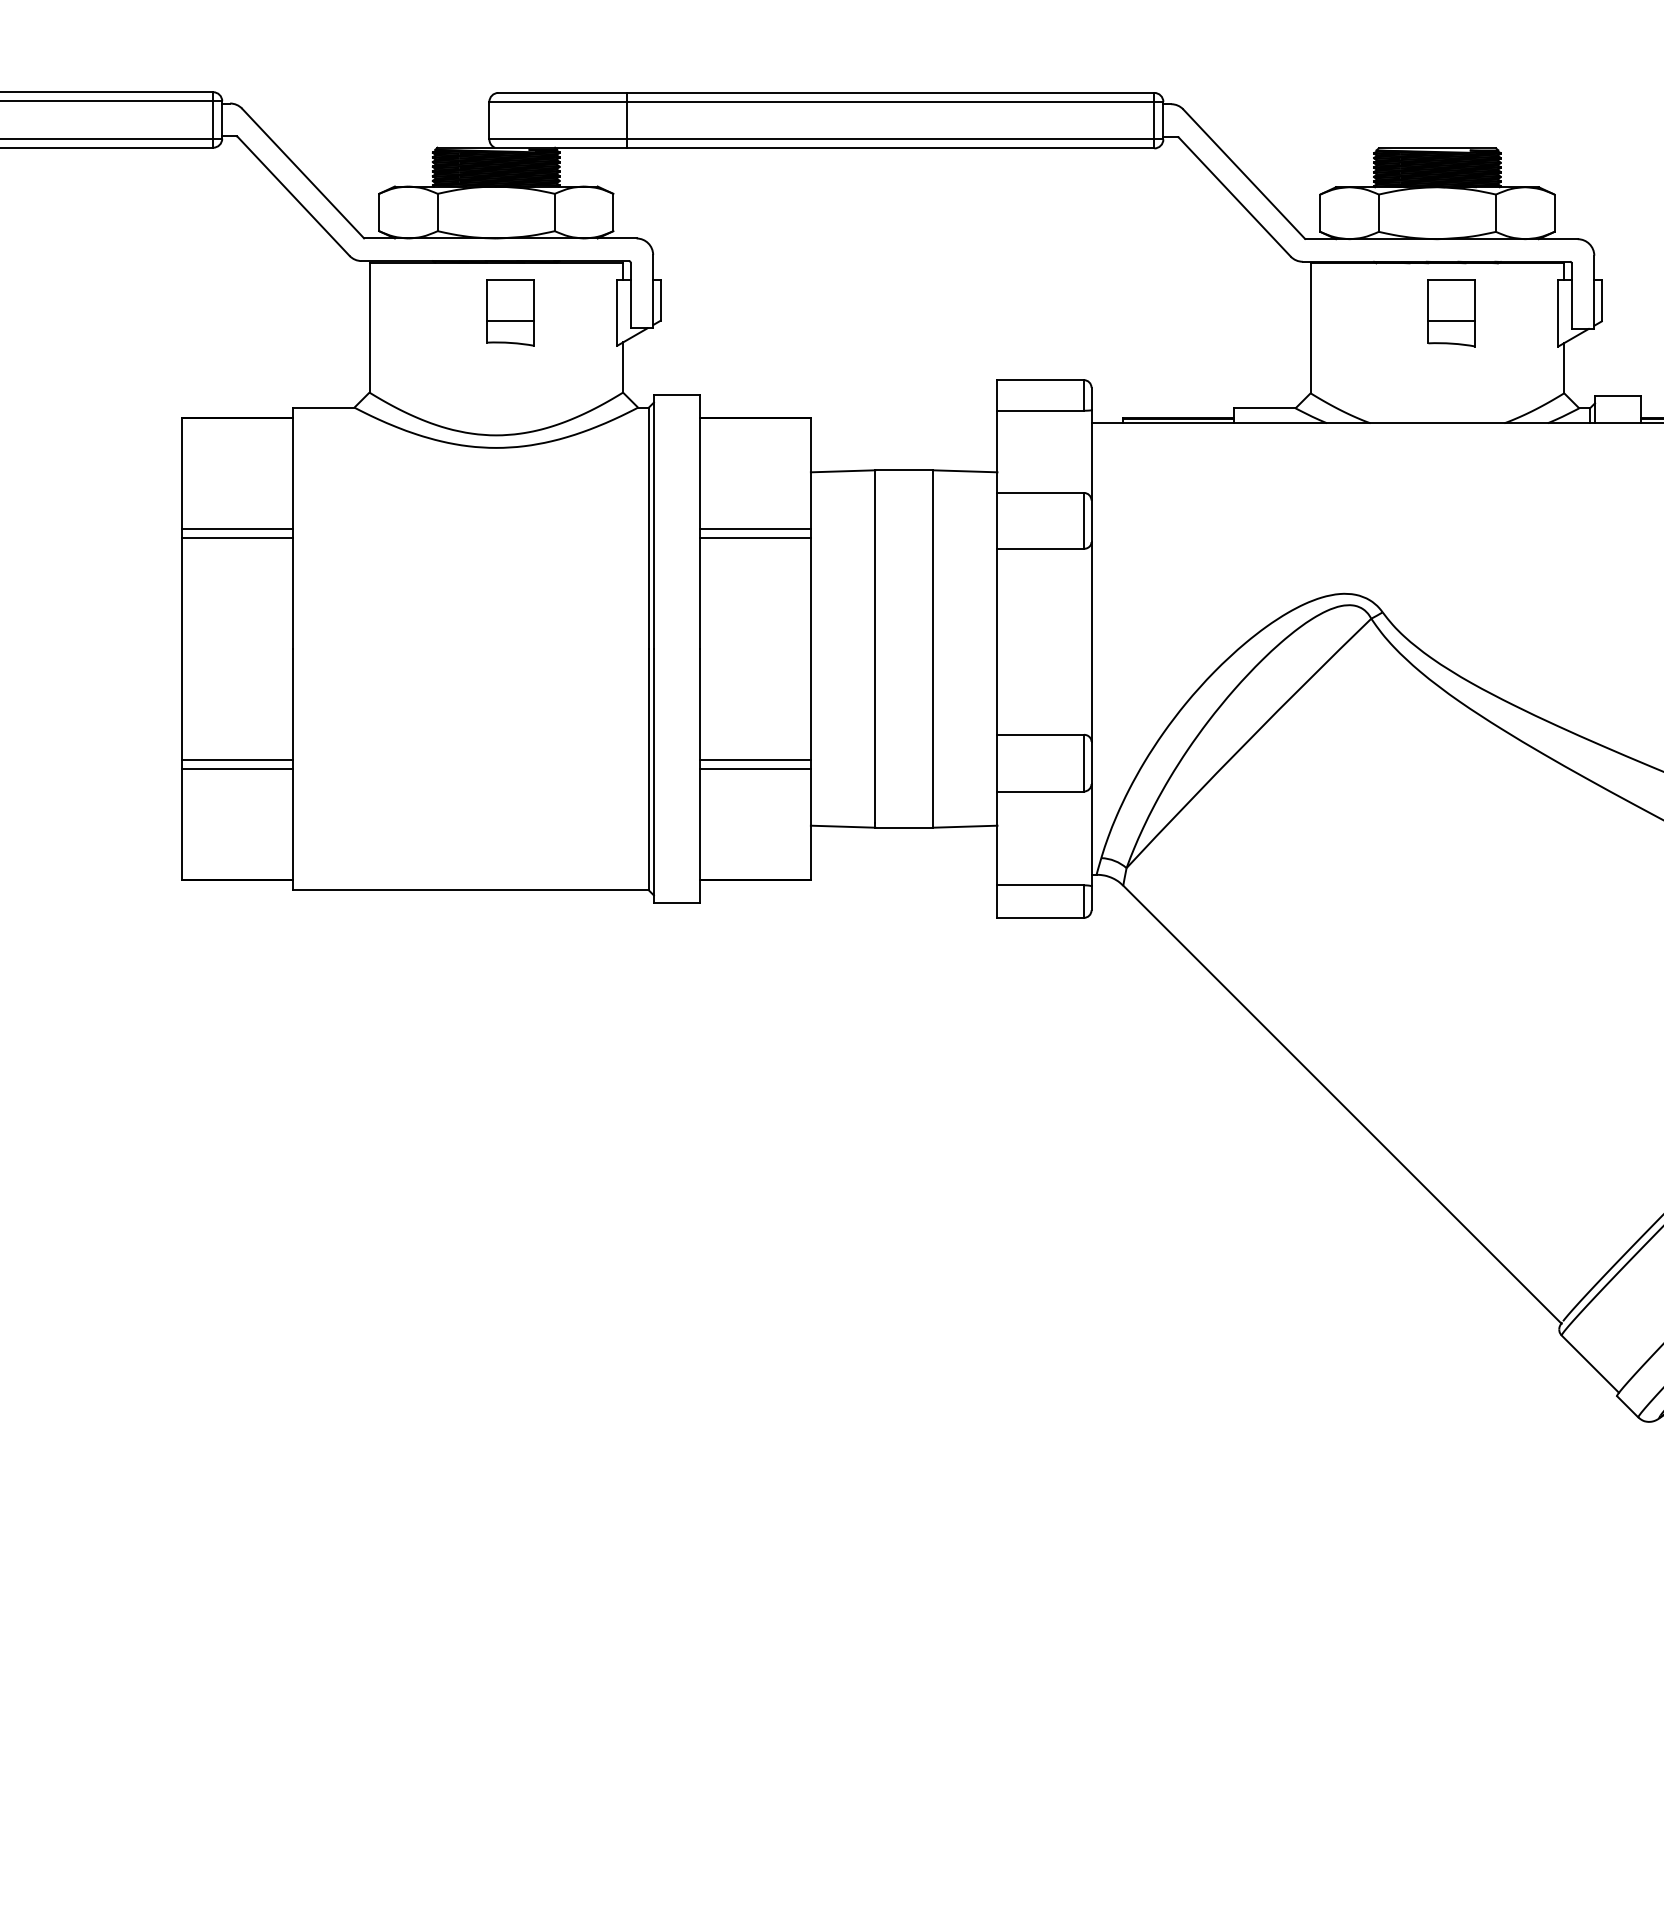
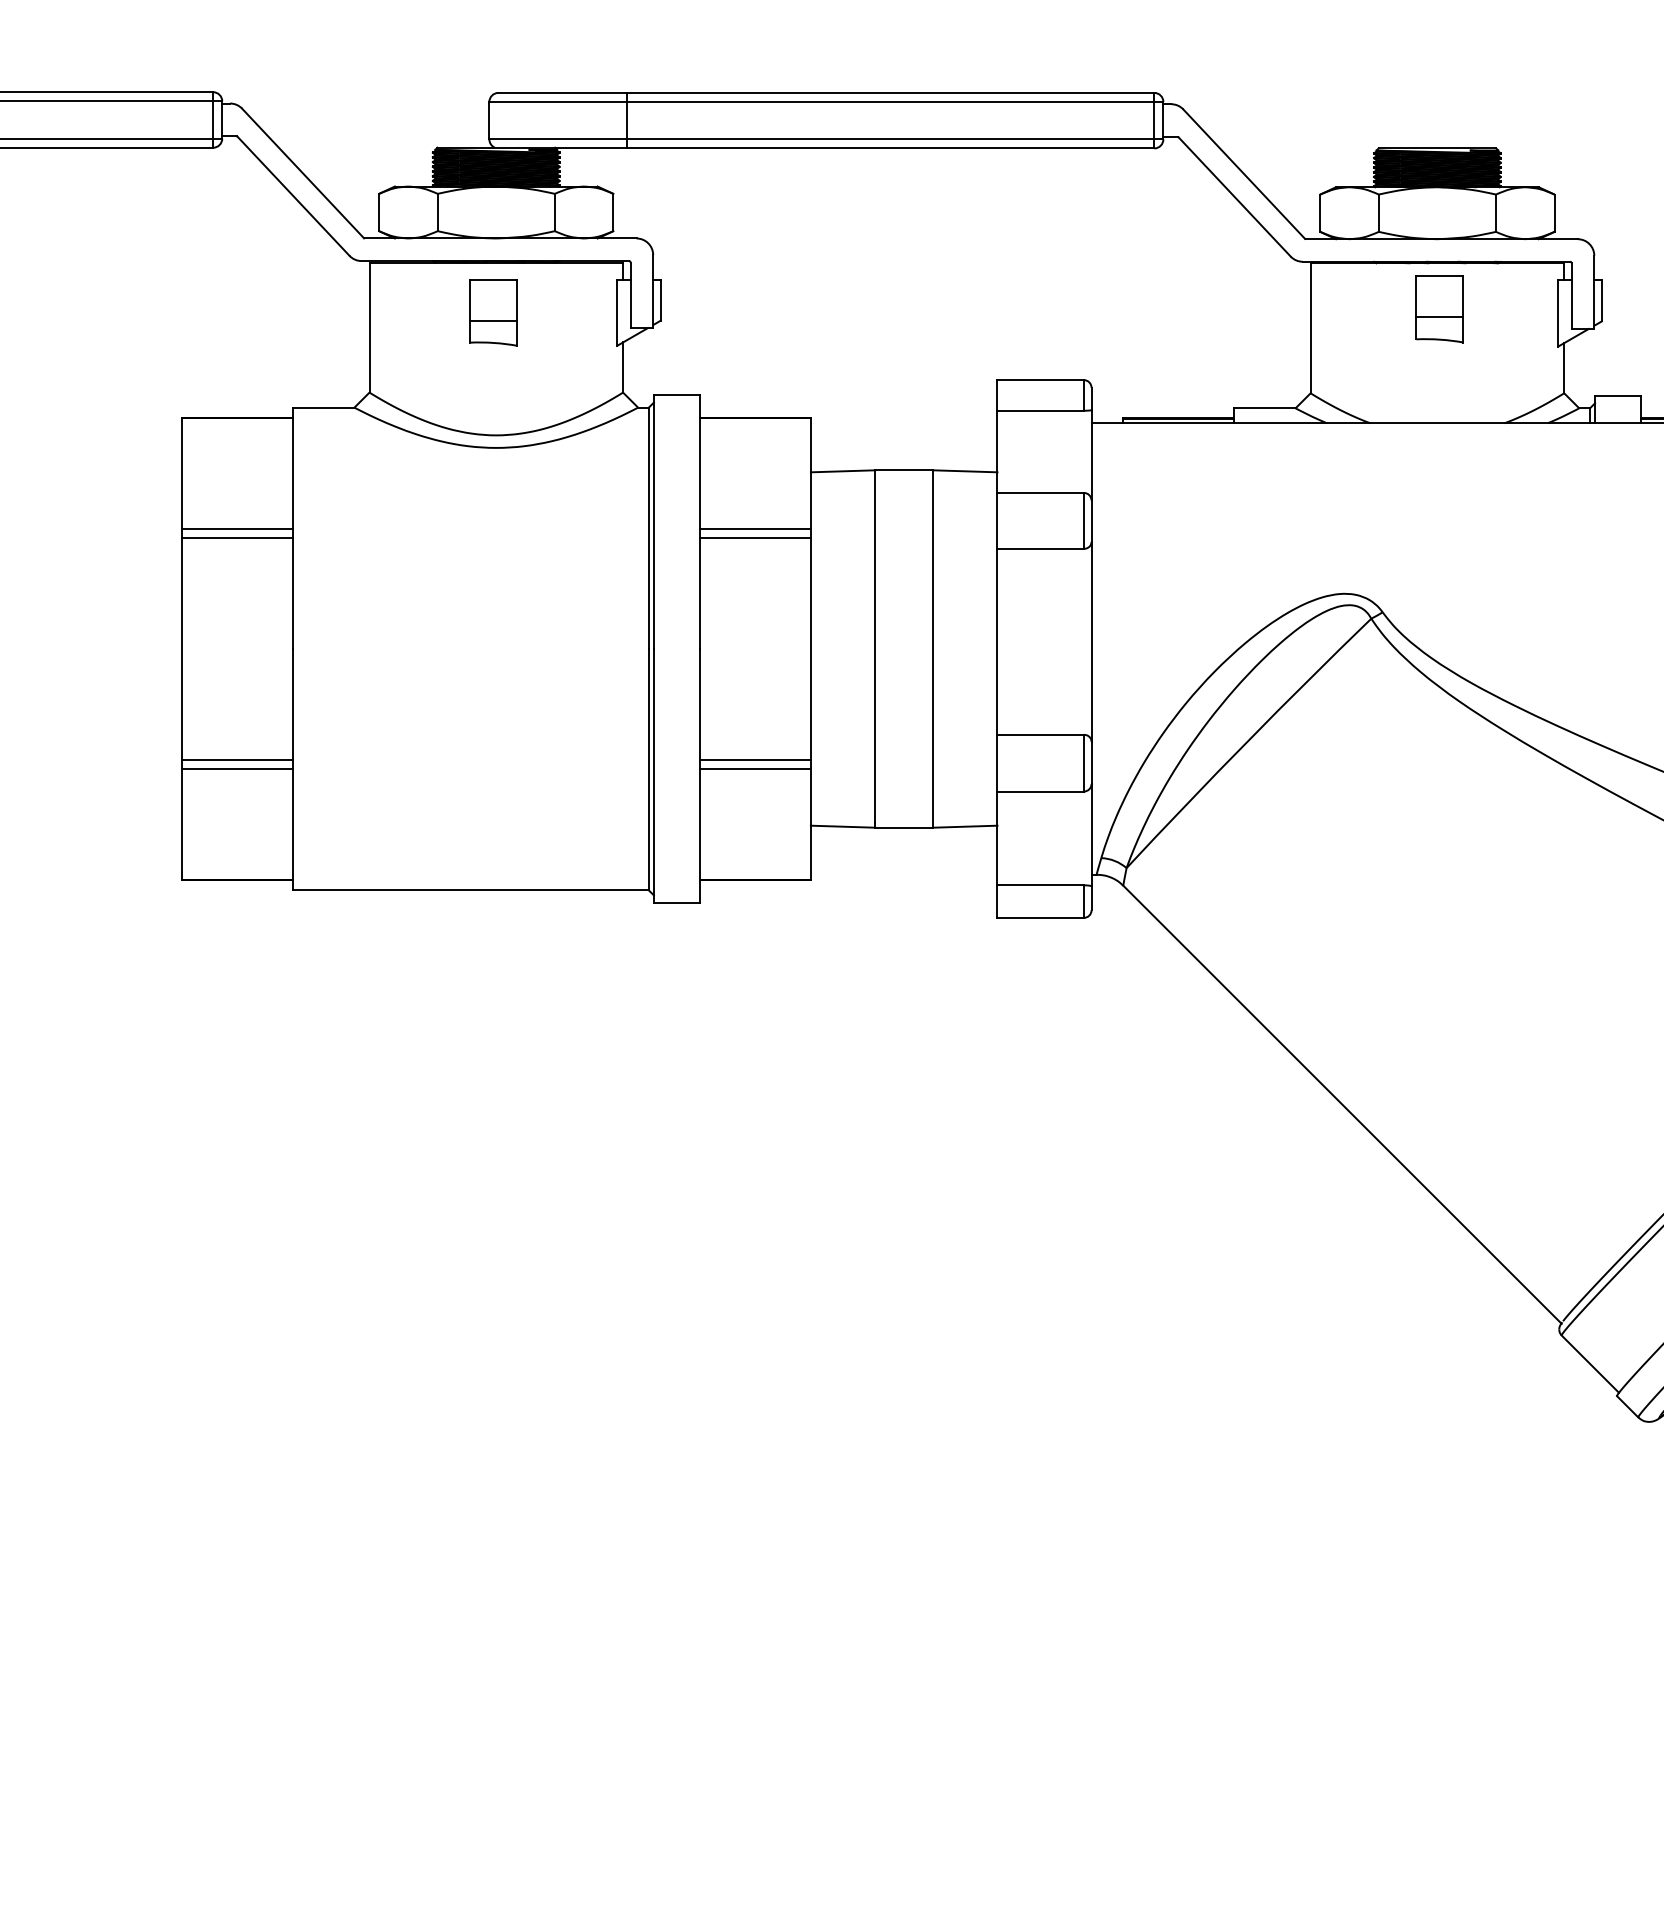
part at (510, 312) position: (510, 312) -> (493, 312)
part at (1451, 313) position: (1451, 313) -> (1439, 309)
